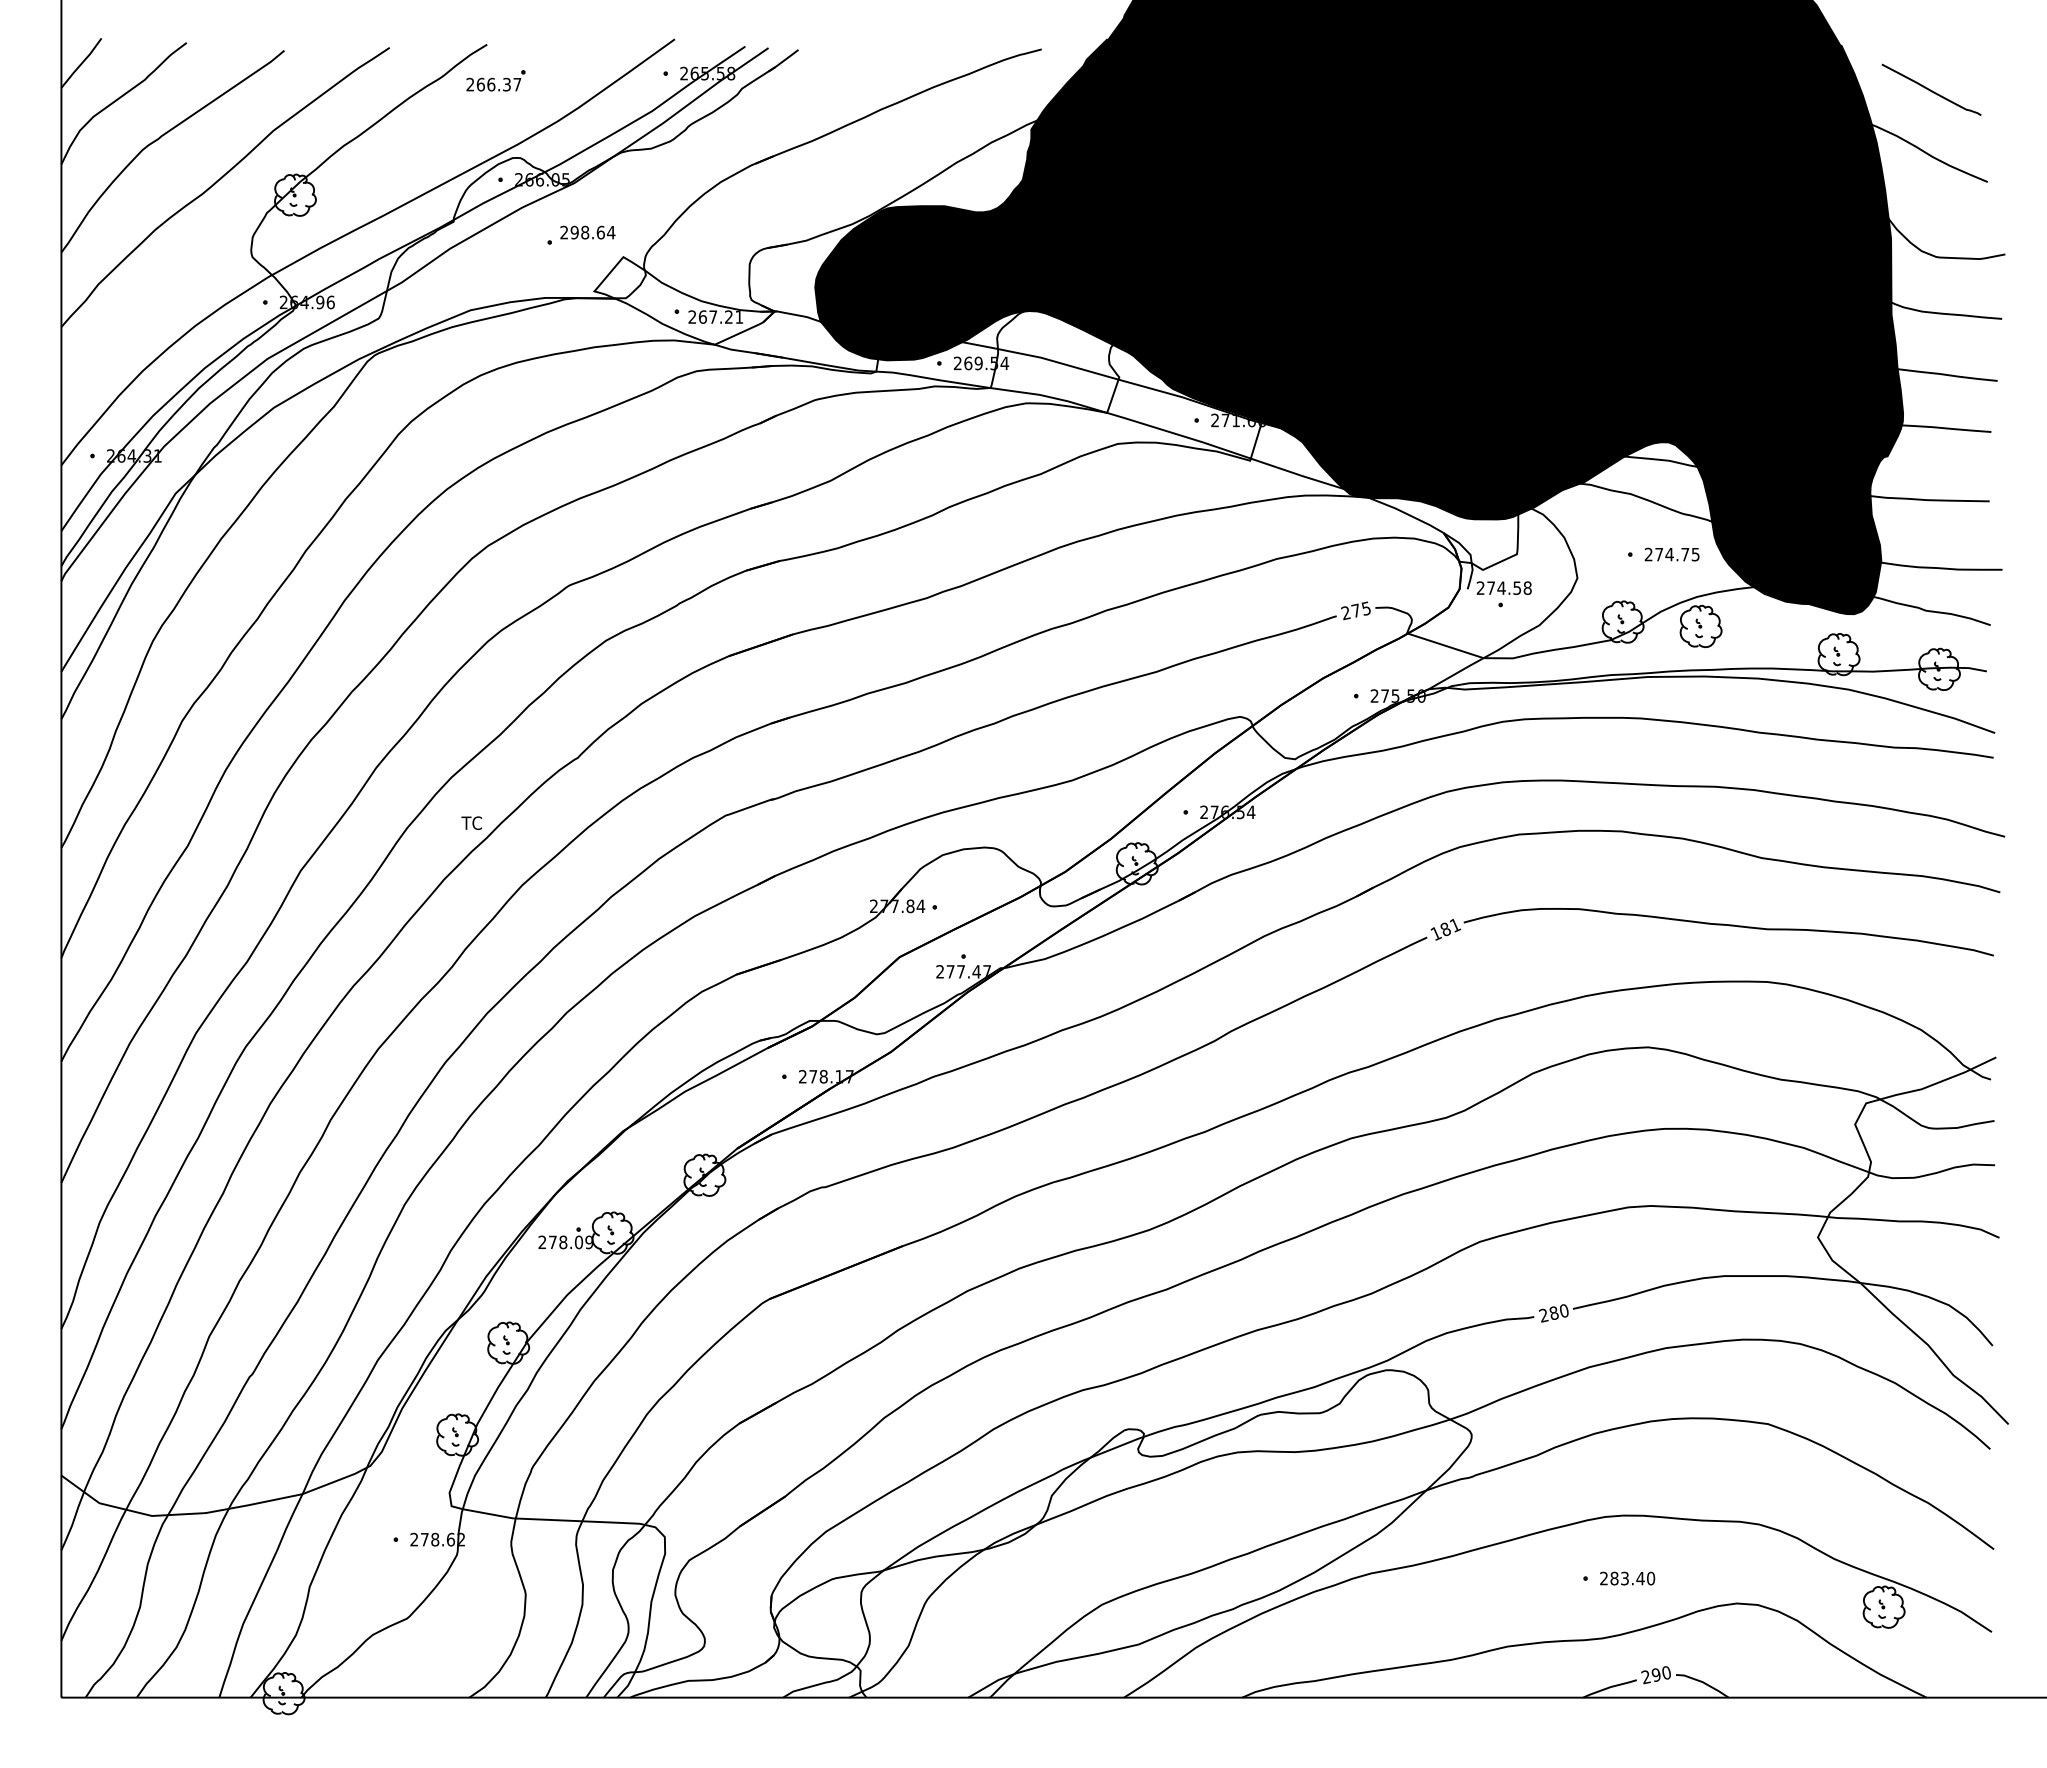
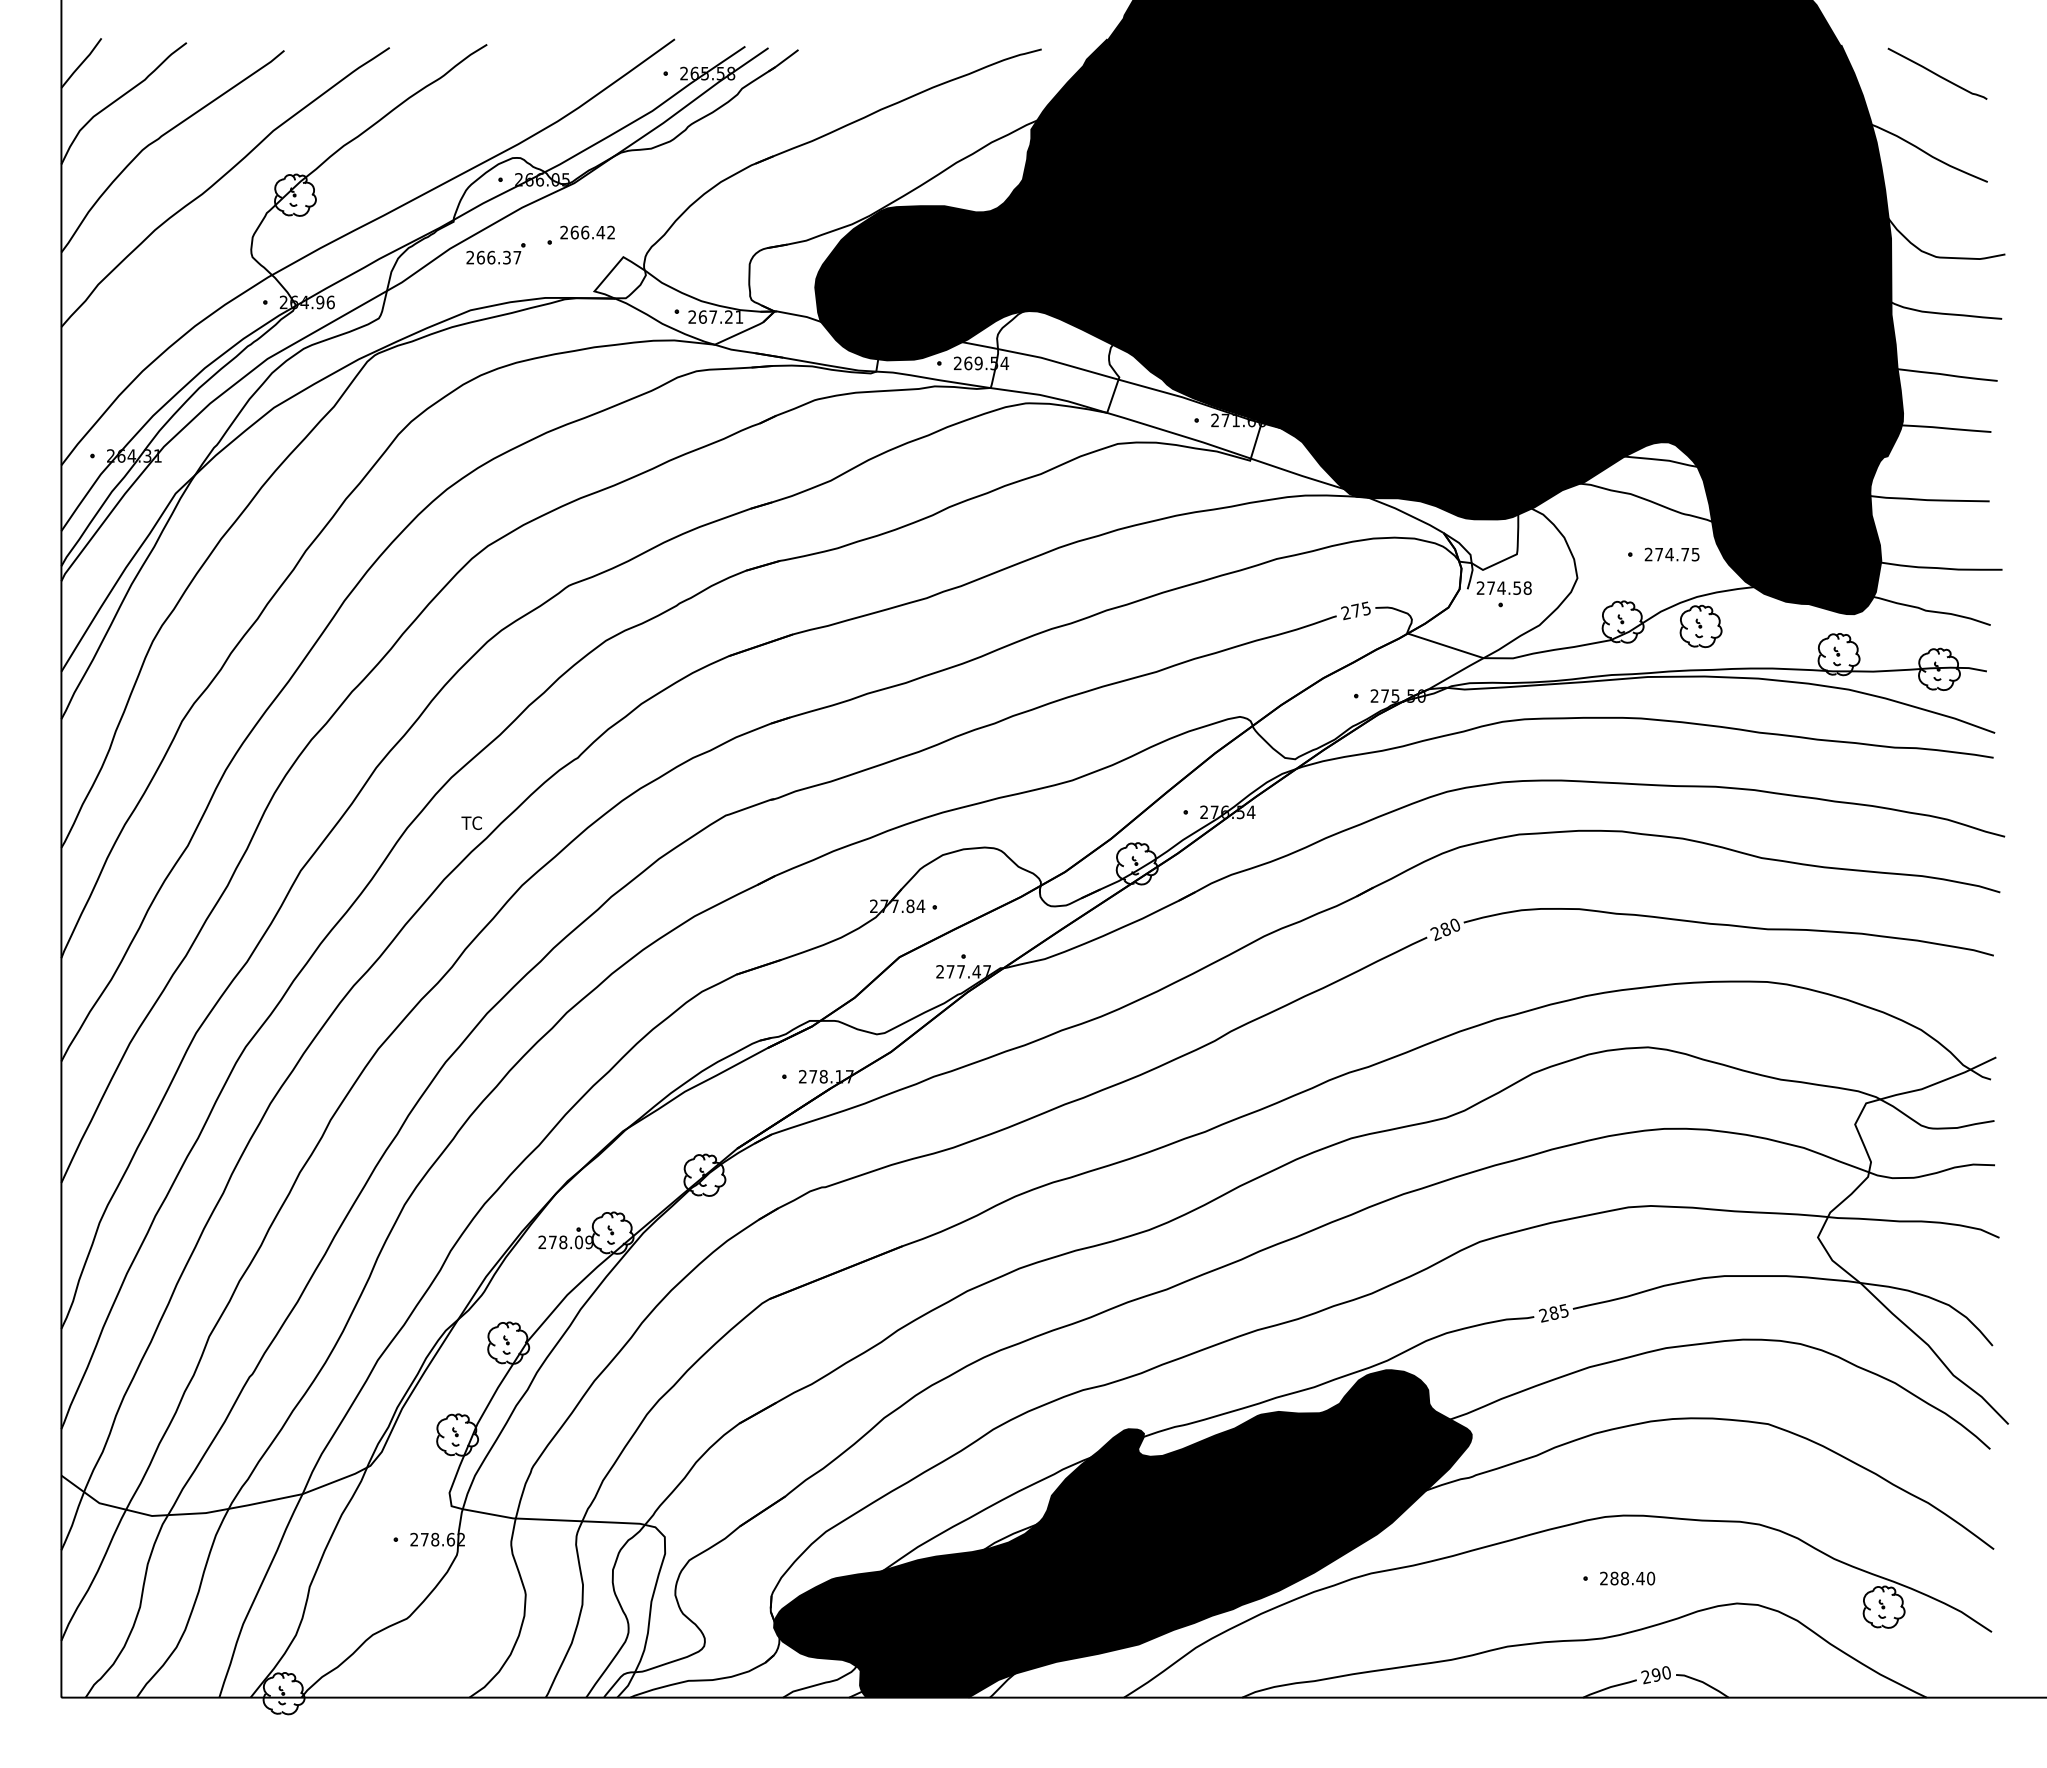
part at (495, 80) position: (495, 80) -> (495, 253)
curve at (1930, 89) position: (1930, 89) -> (1936, 73)
text at (592, 232): 298.64 -> 266.42
text at (1445, 929): 181 -> 280
text at (1563, 1310): 280 -> 285
fill at (1122, 1533): none -> present
text at (1624, 1578): 283.40 -> 288.40
